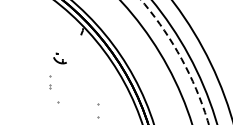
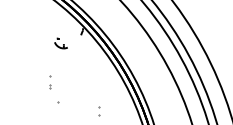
part at (59, 58) position: (59, 58) -> (60, 43)
arc at (181, 59): dashed -> solid
part at (98, 110) size: 3x16 px -> 3x11 px
